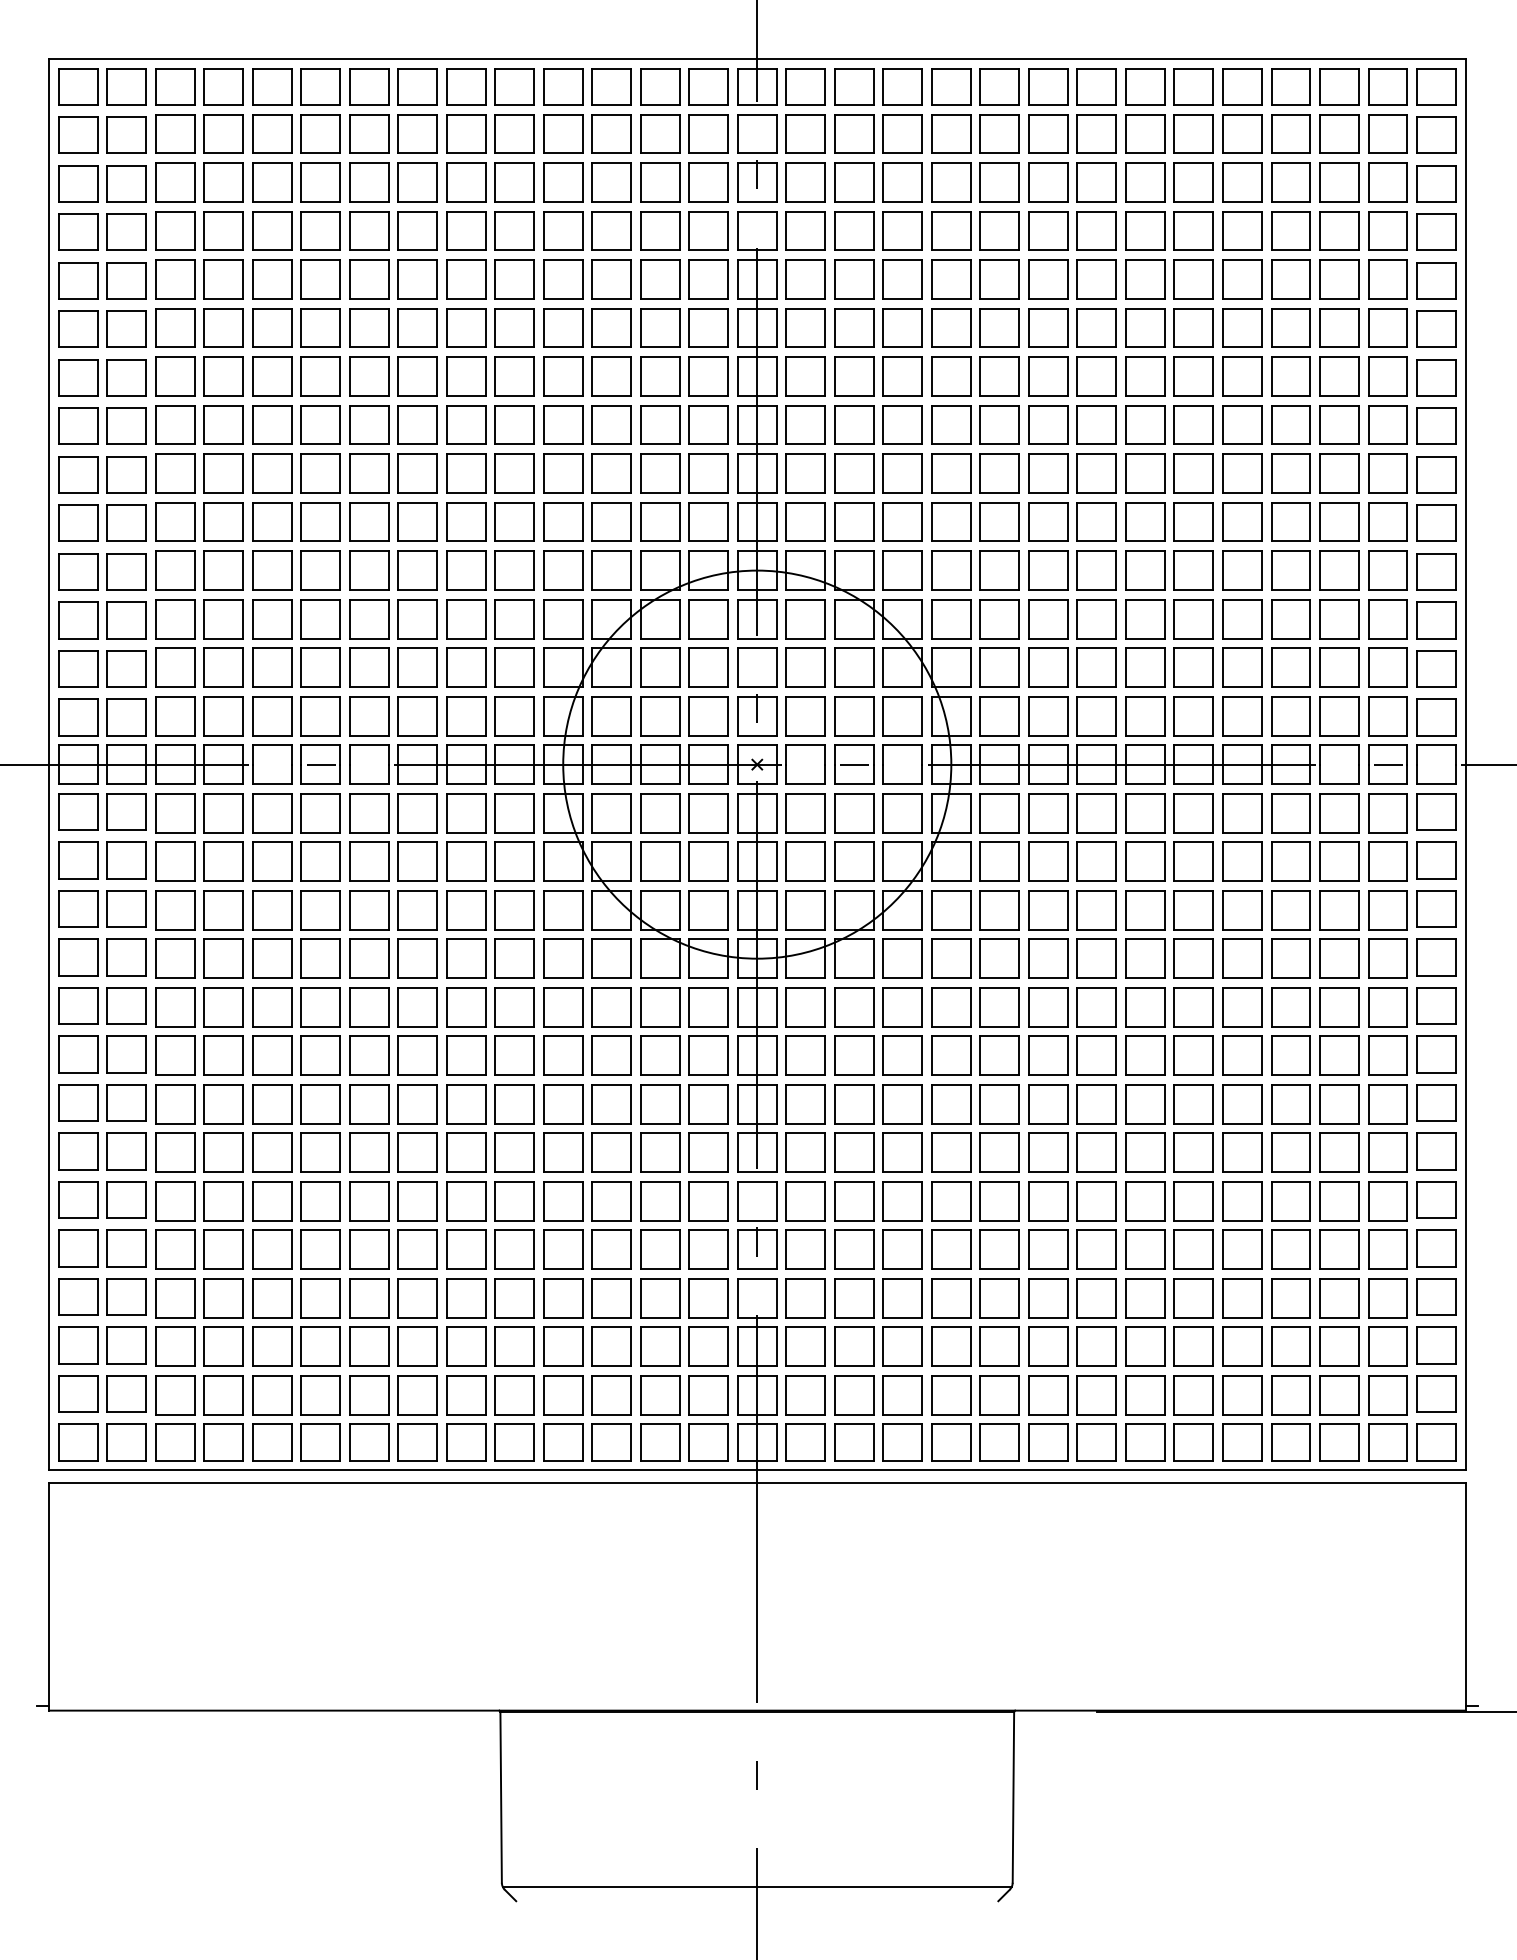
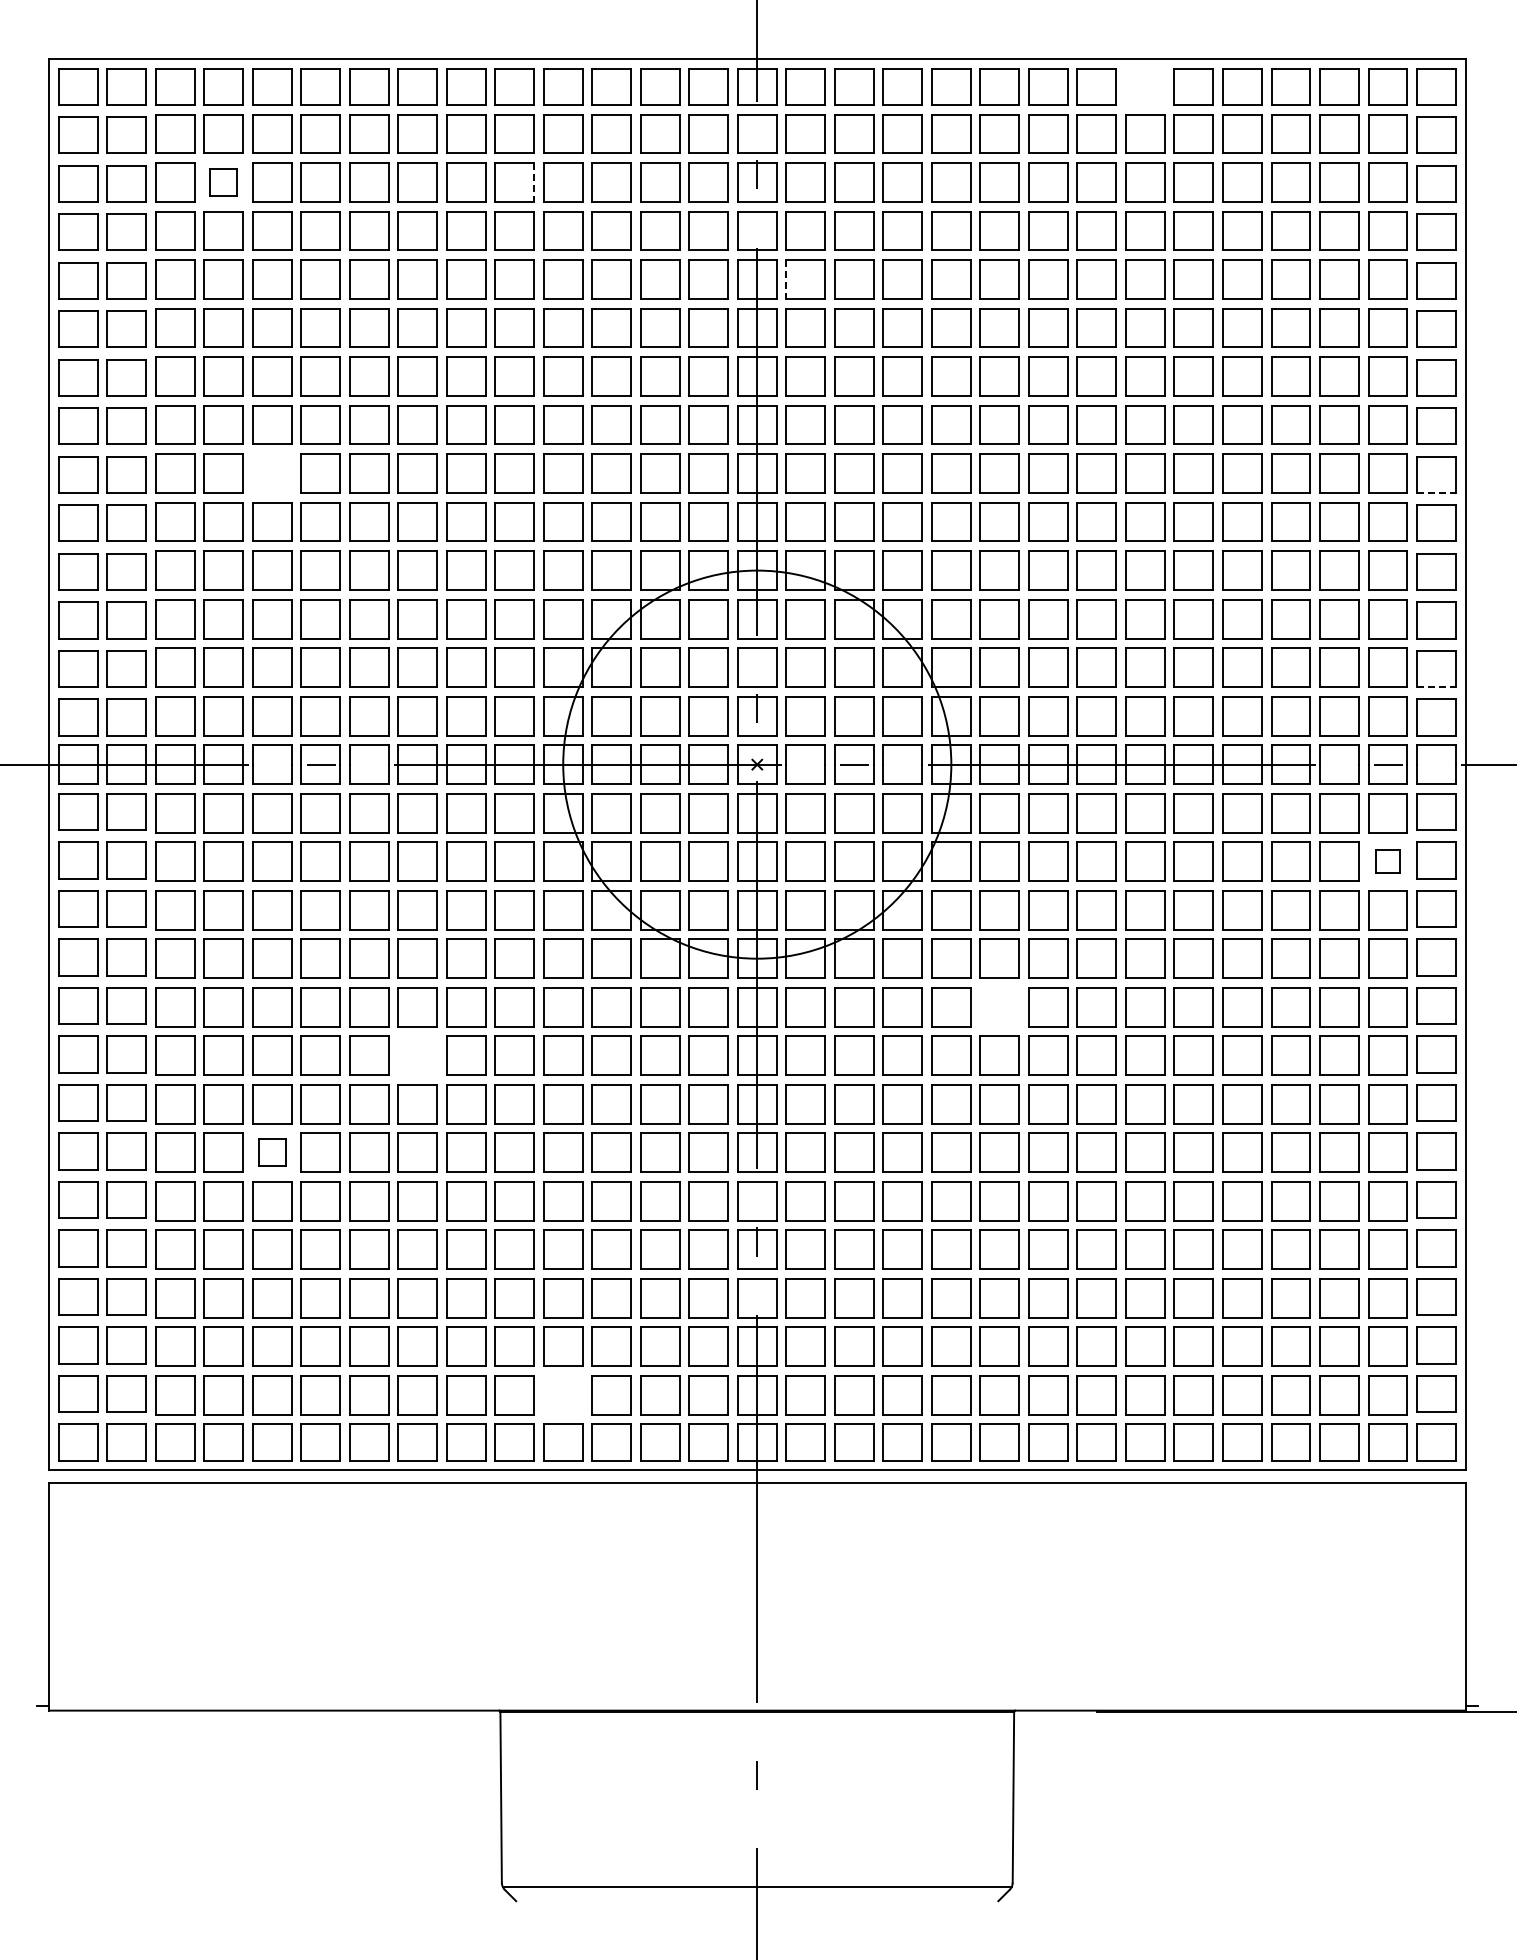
part at (1145, 86): present -> none
part at (223, 182) size: 41x41 px -> 29x29 px
line at (534, 183): solid -> dashed
line at (786, 280): solid -> dashed
part at (272, 473): present -> none
line at (1436, 492): solid -> dashed
line at (1436, 687): solid -> dashed
part at (1387, 861) size: 40x41 px -> 26x25 px
part at (999, 1007): present -> none
part at (417, 1055): present -> none
part at (272, 1152) size: 41x41 px -> 29x29 px
part at (563, 1395): present -> none
